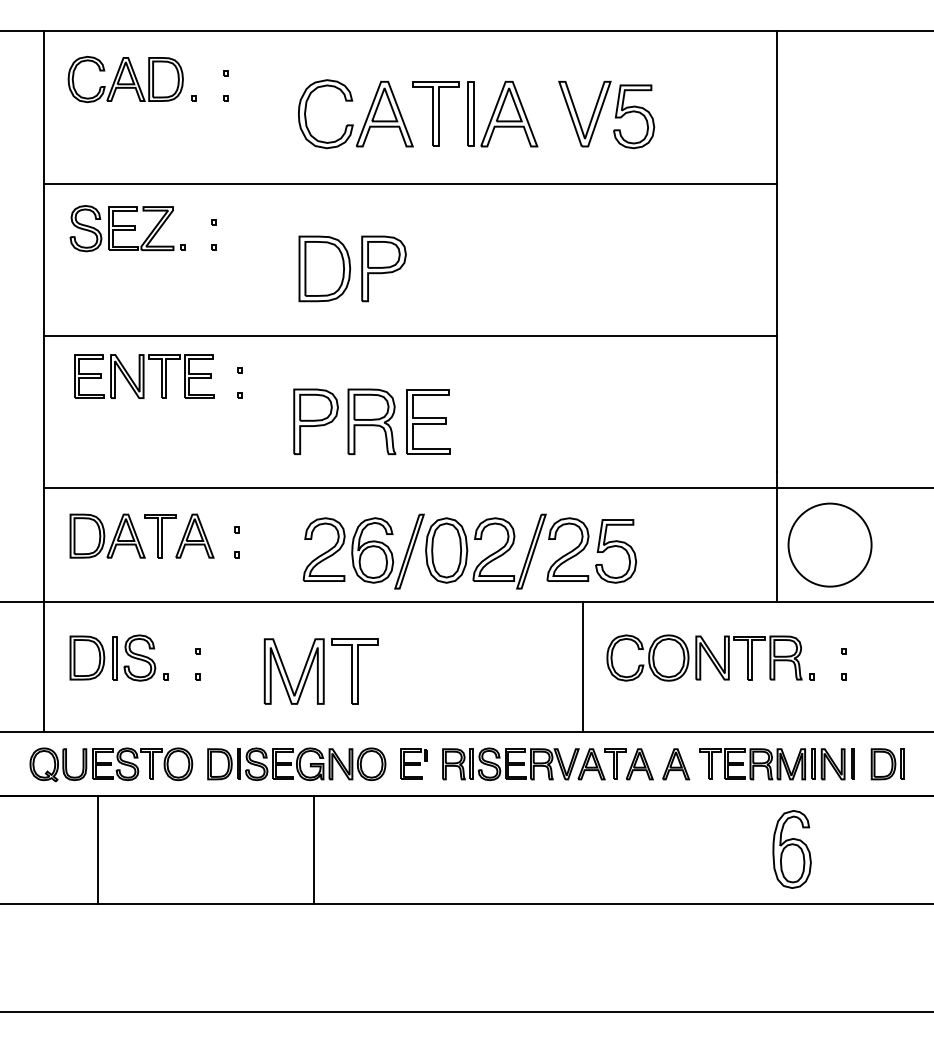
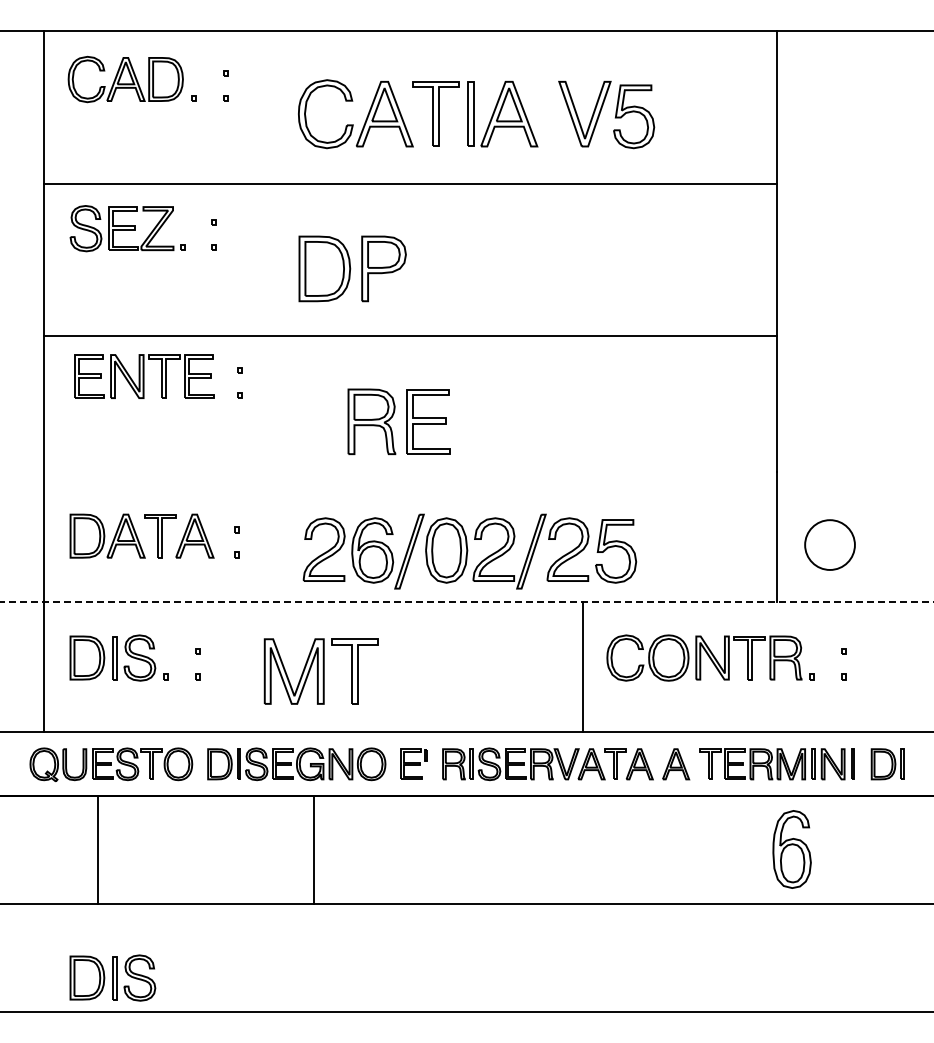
part at (315, 421): present -> none
line at (487, 488): present -> none
circle at (829, 544) size: 86x86 px -> 52x52 px
line at (466, 602): solid -> dashed
part at (112, 977): none -> present
